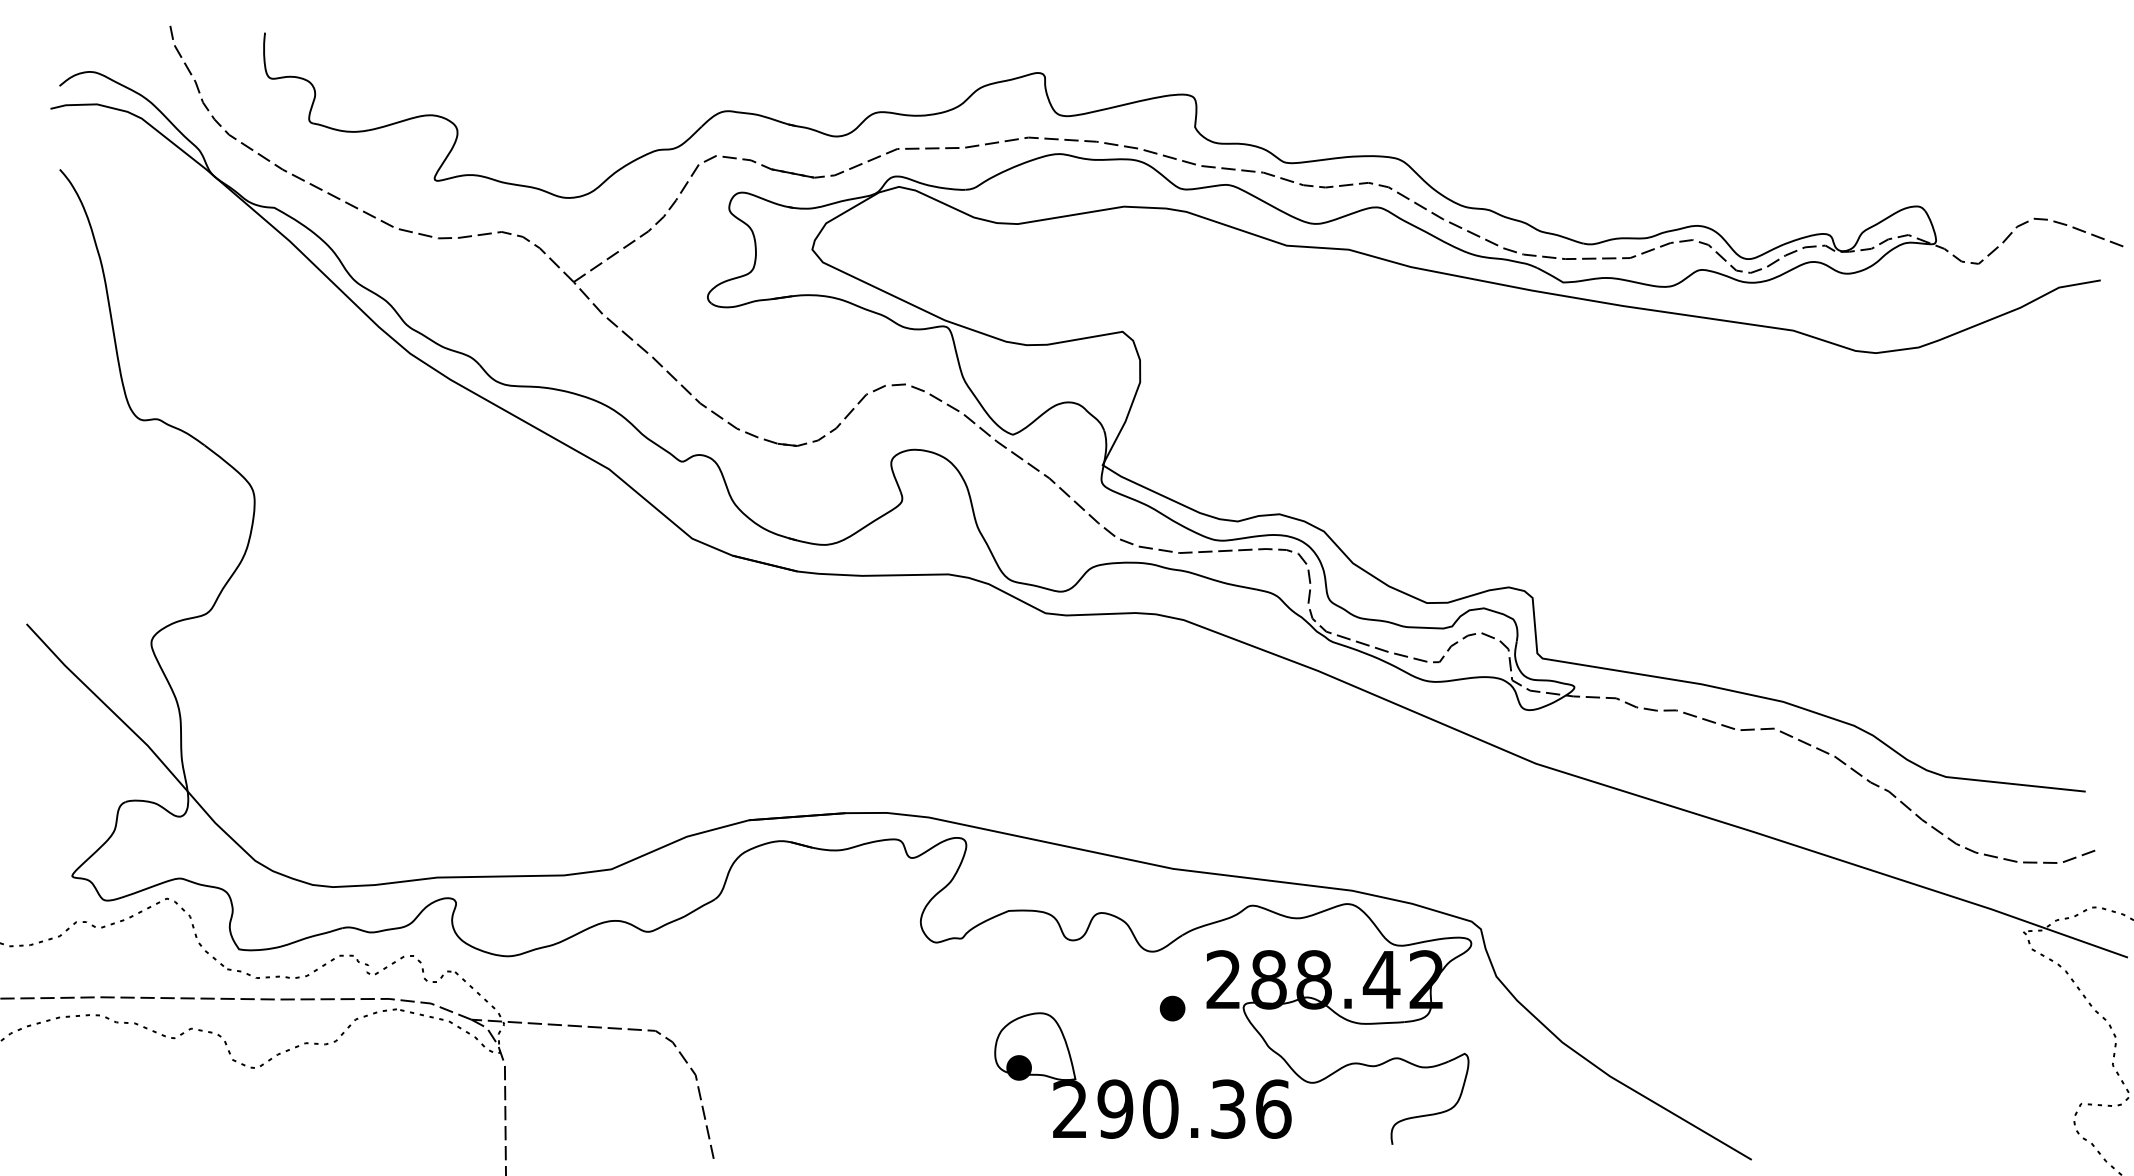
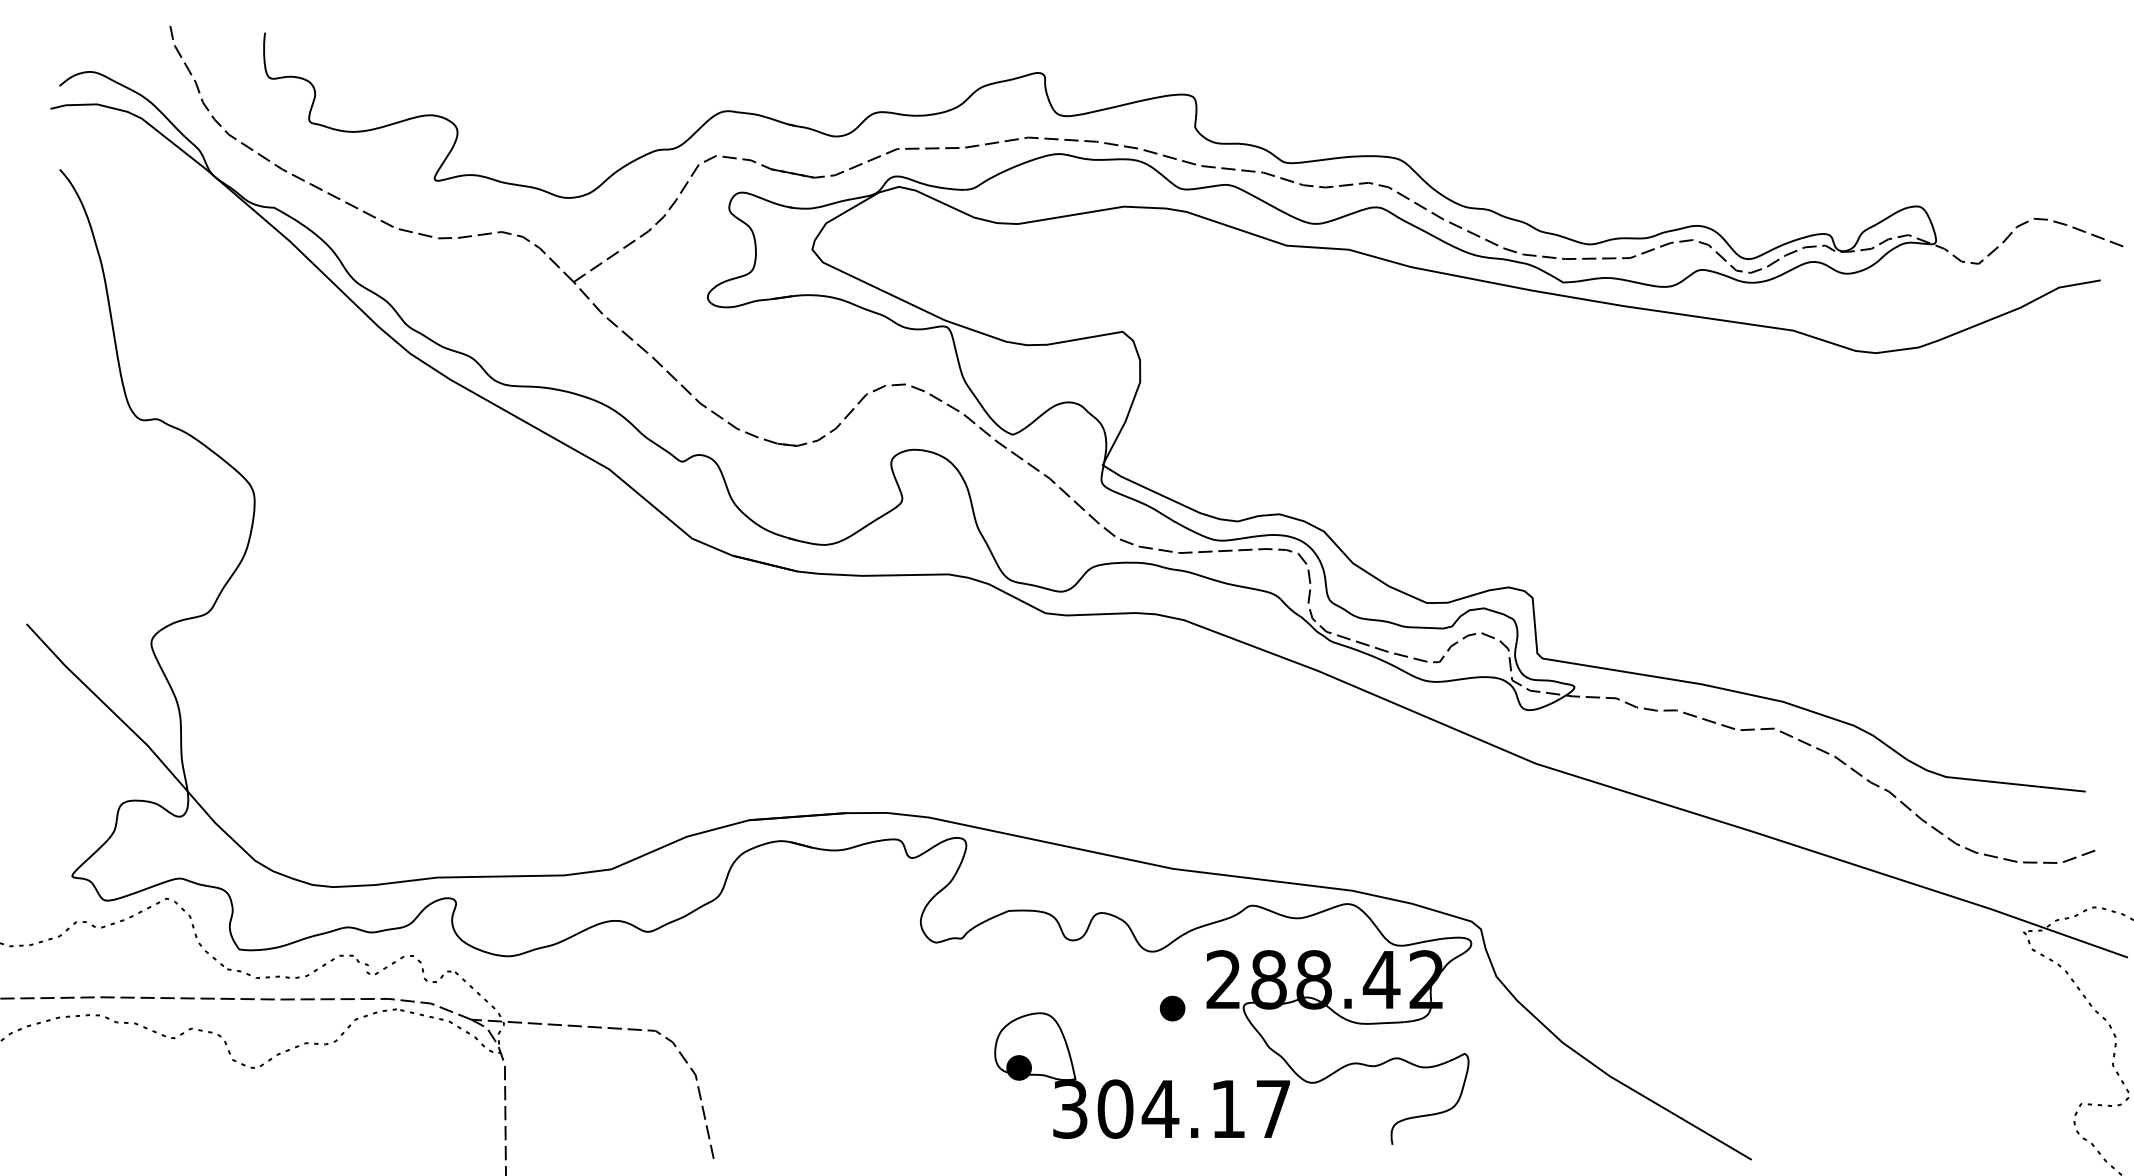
text at (1172, 1108): 290.36 -> 304.17
